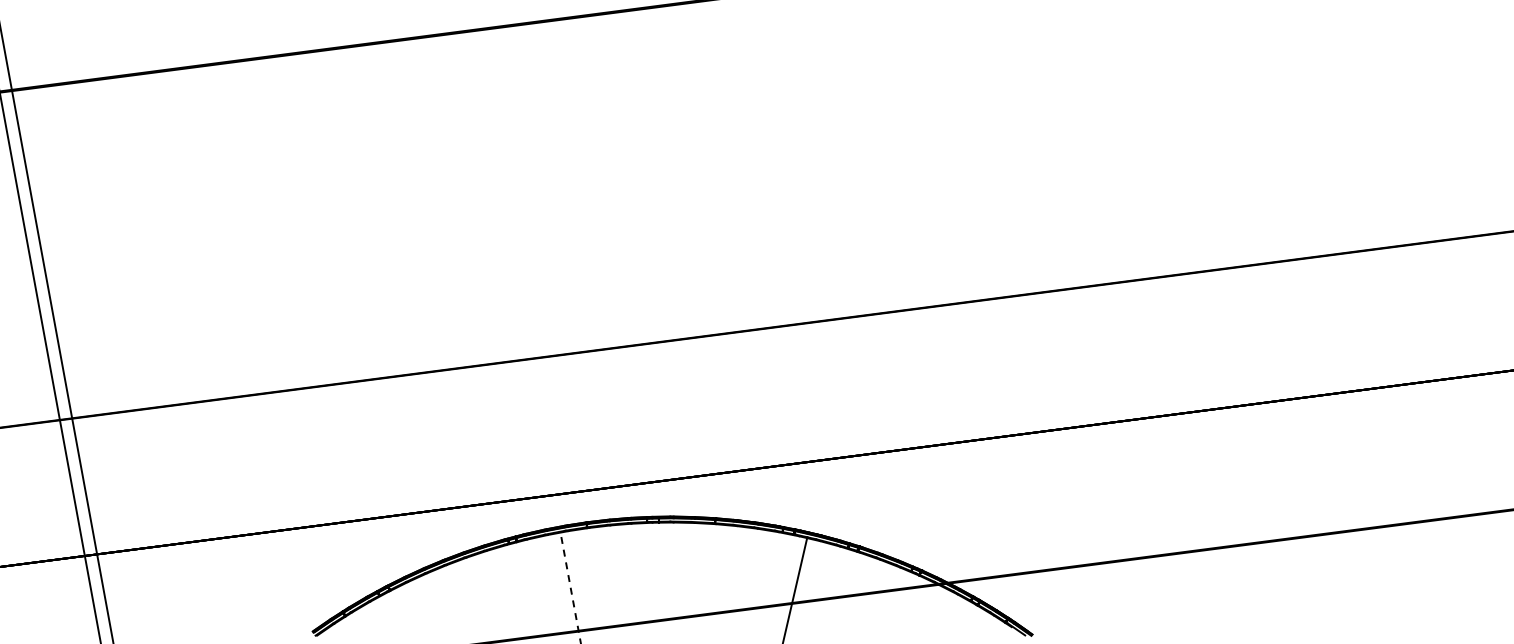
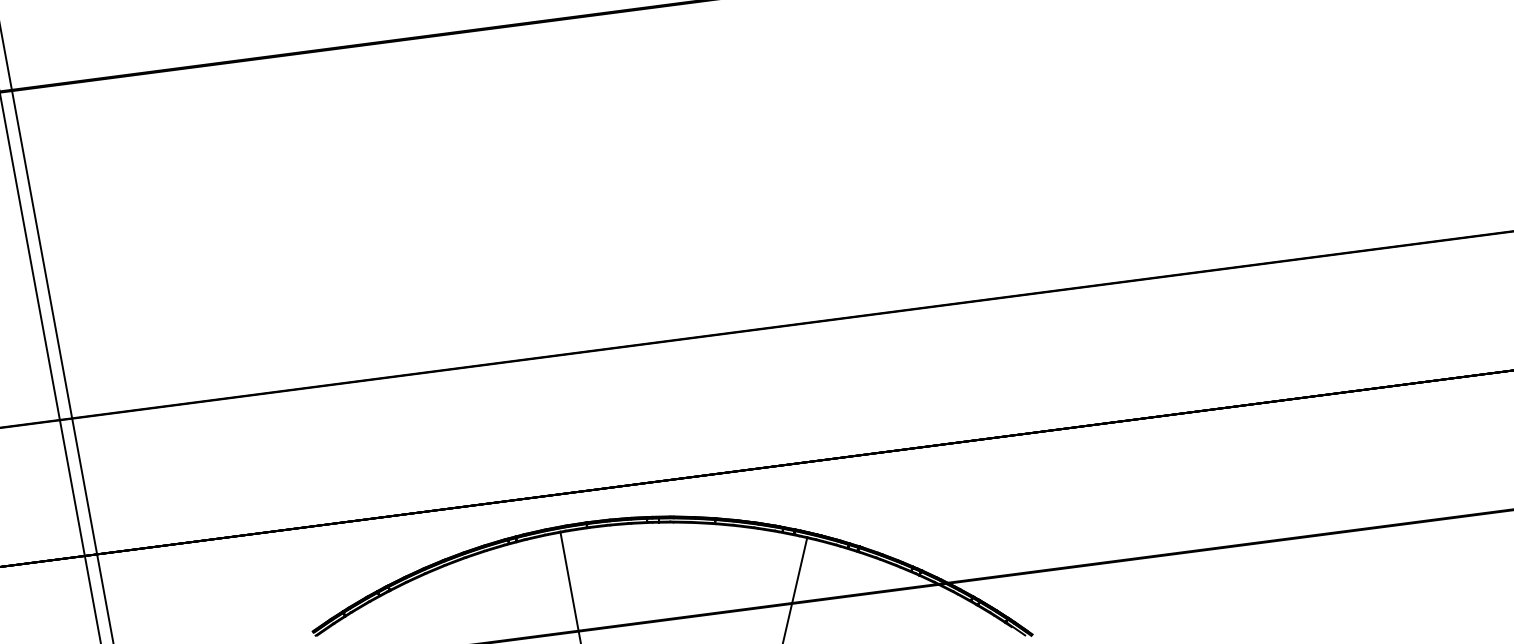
line at (570, 587): dashed -> solid
